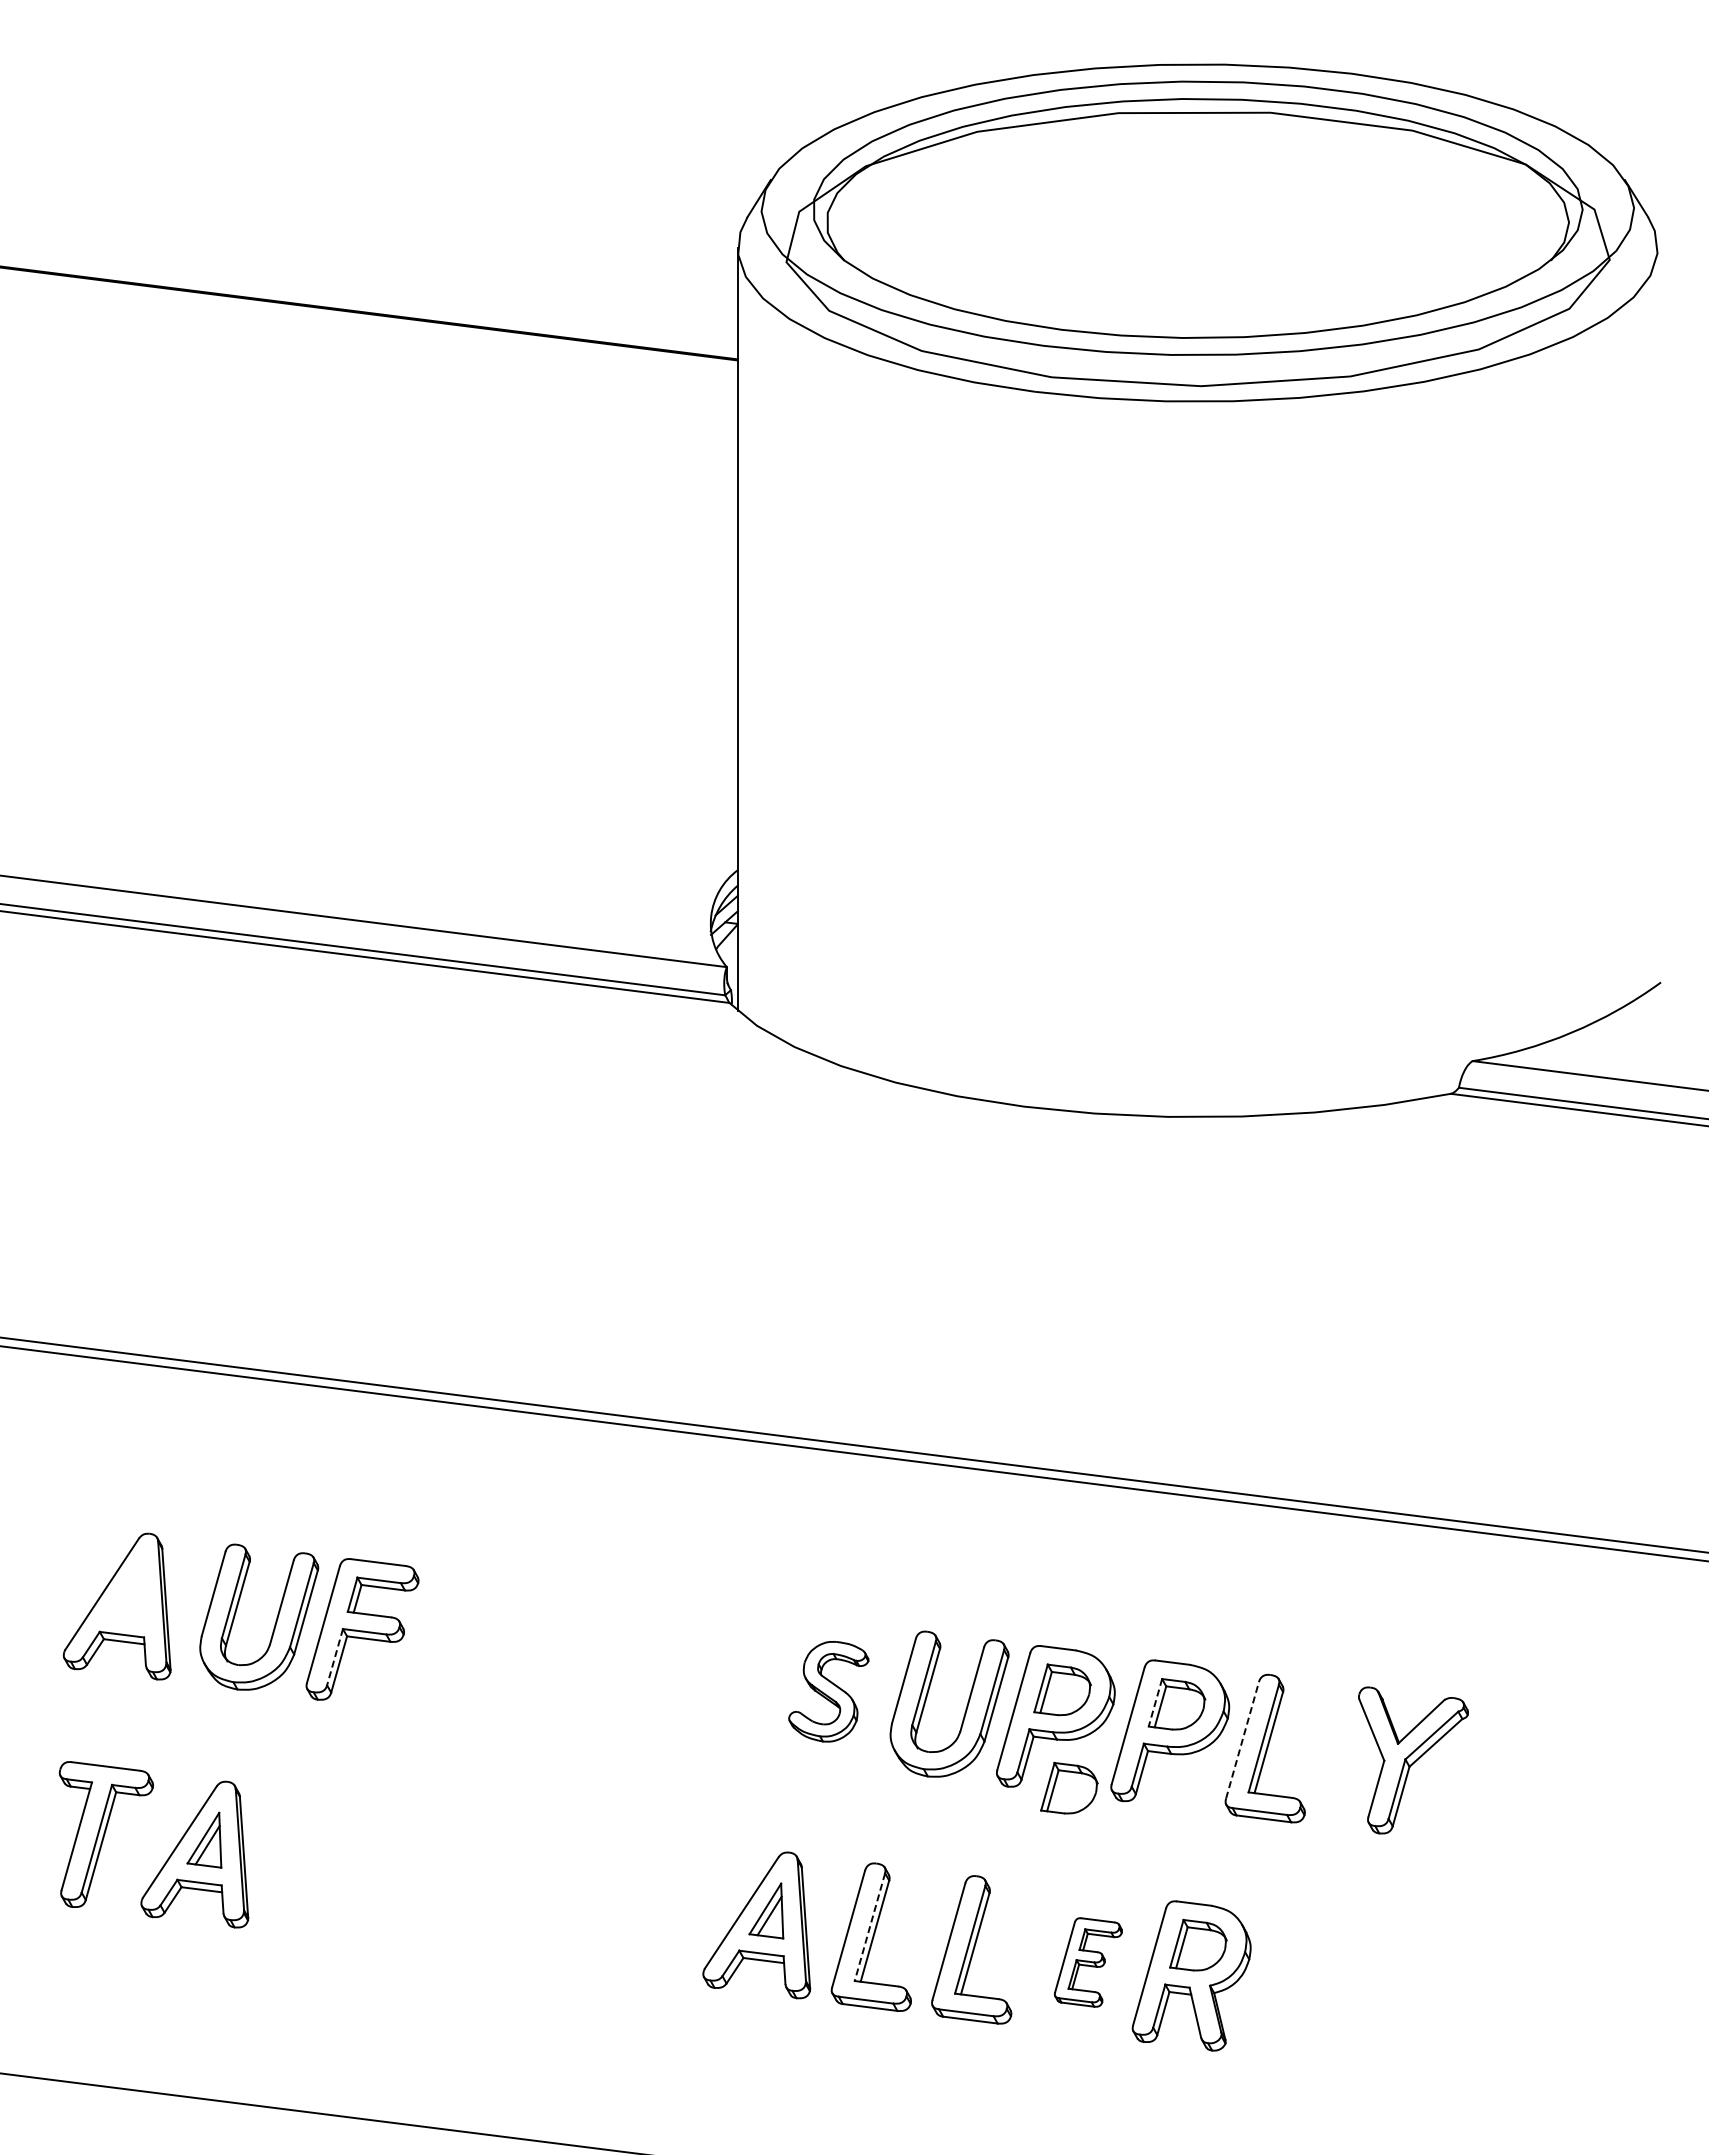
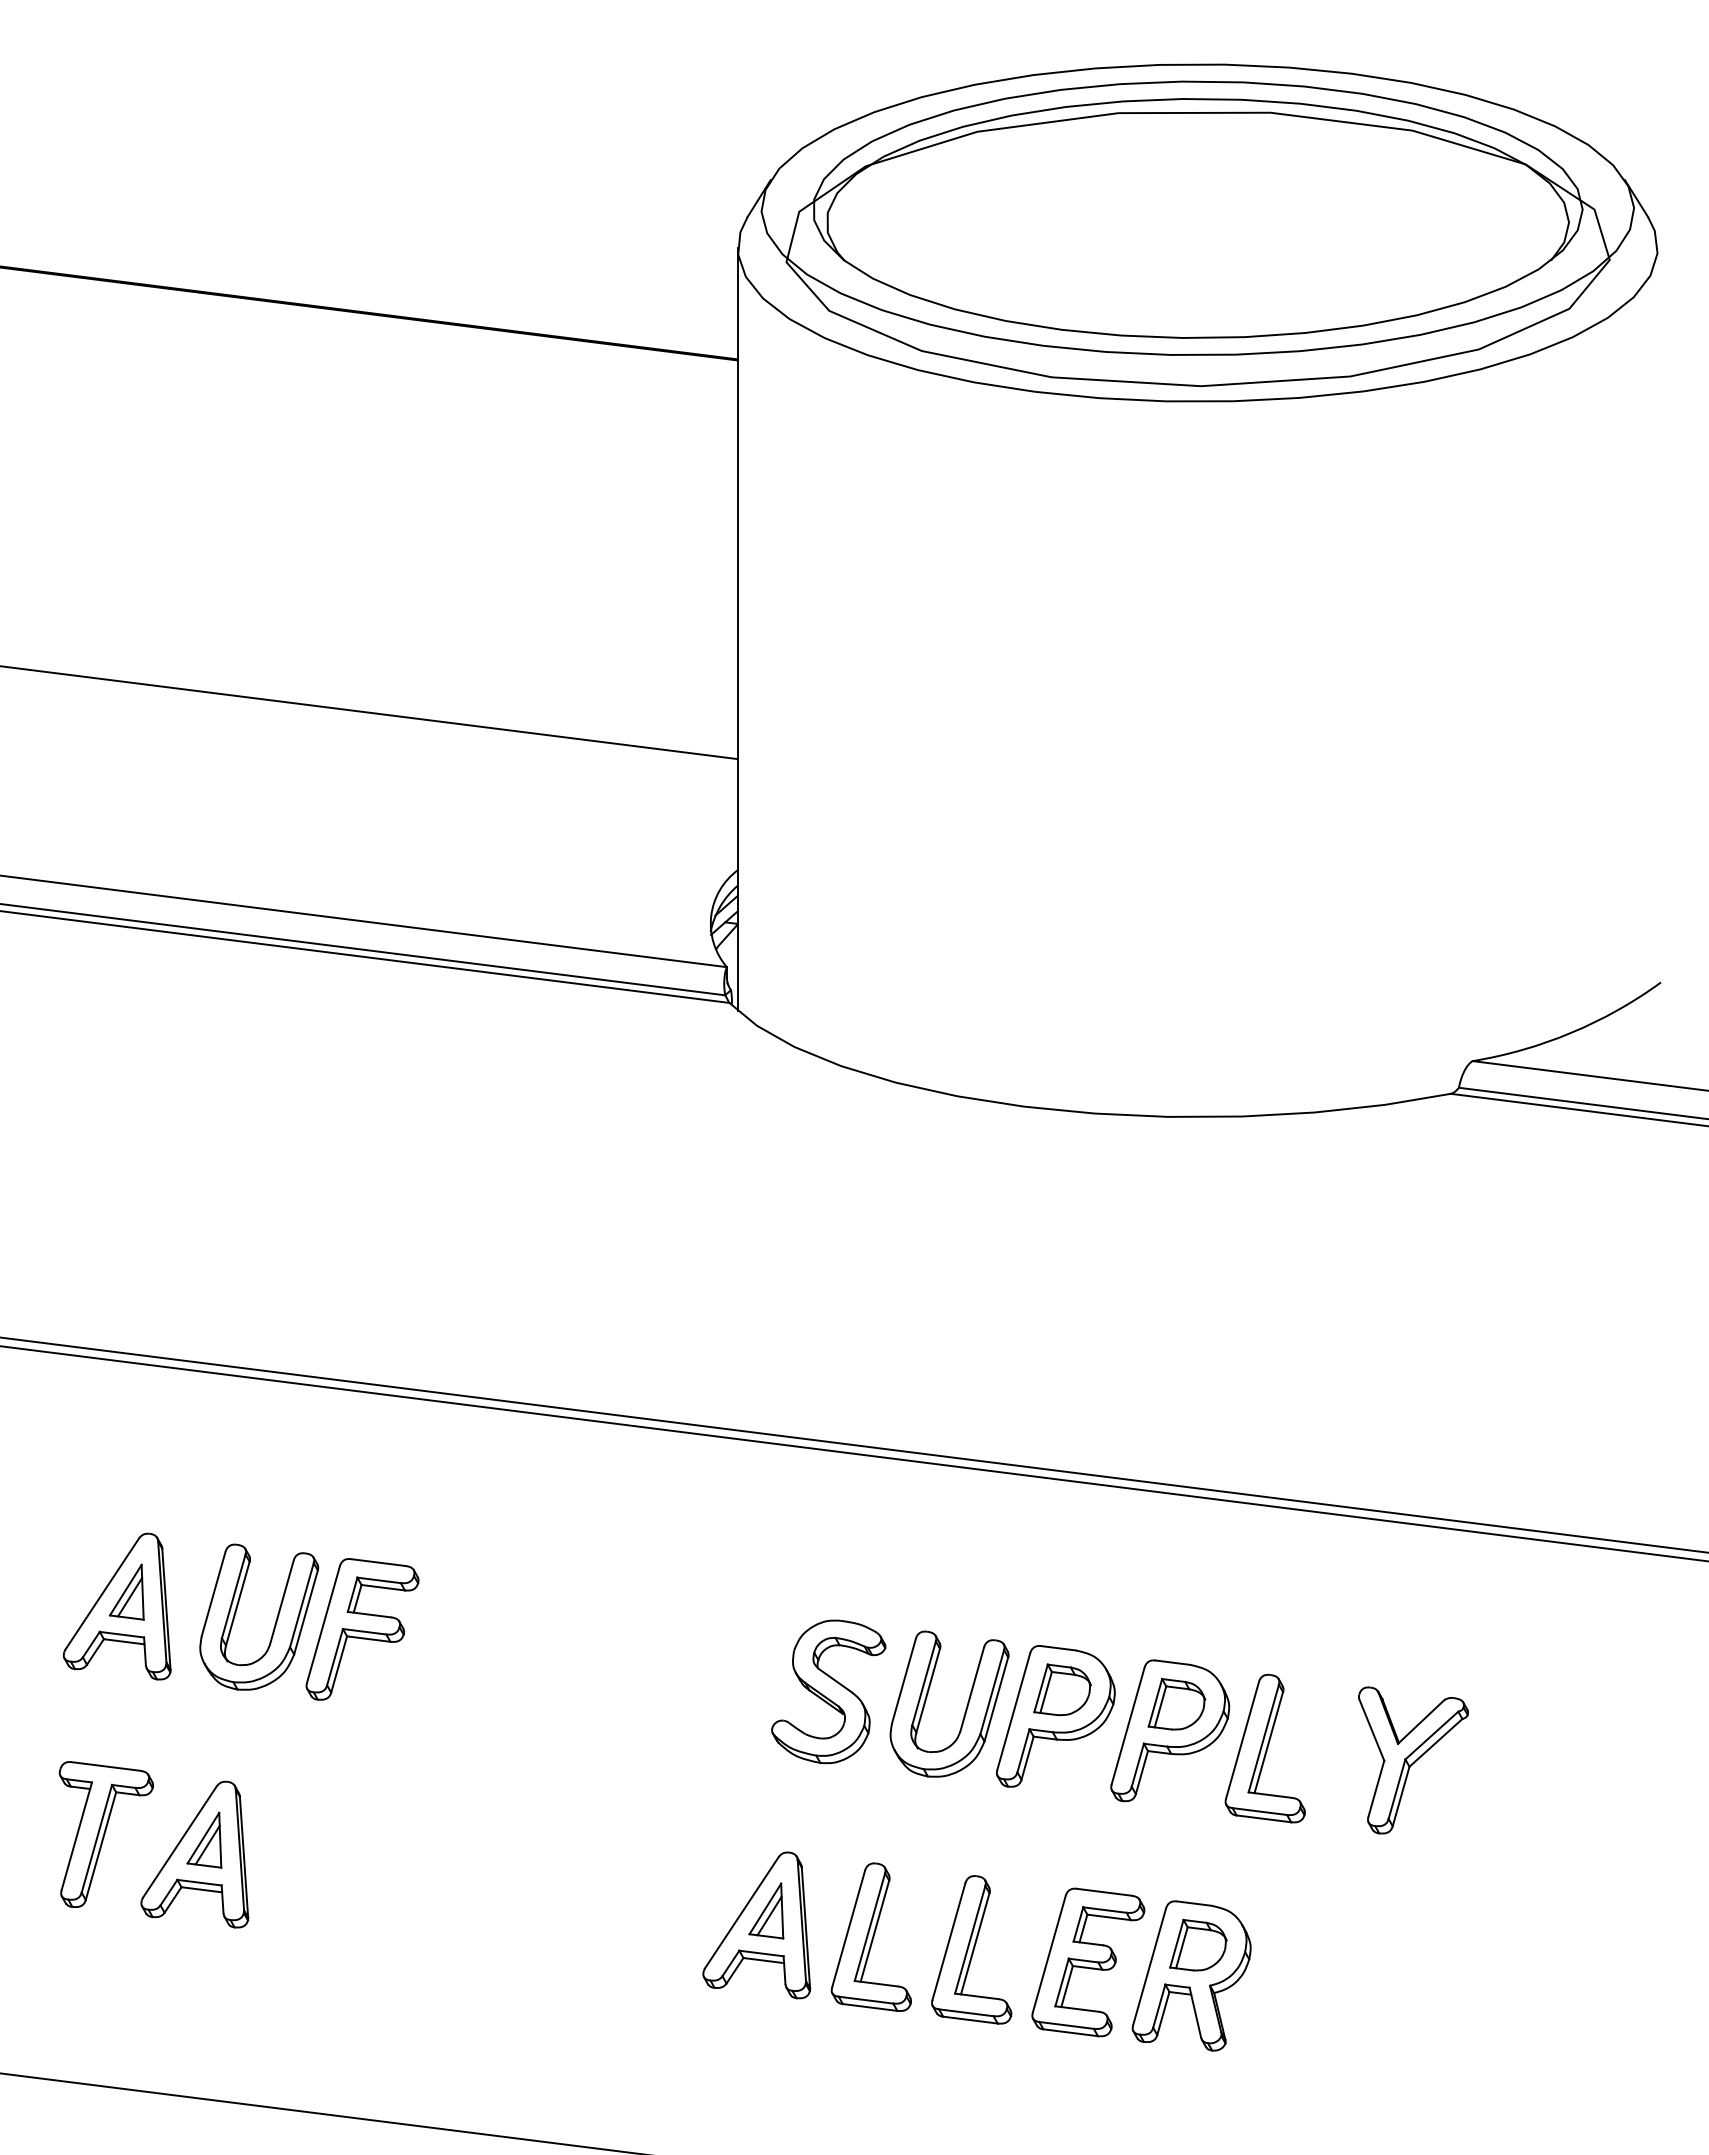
line at (369, 712): none -> present
part at (126, 1591): none -> present
line at (334, 1657): dashed -> solid
part at (828, 1691) size: 82x102 px -> 116x145 px
line at (1155, 1702): dashed -> solid
line at (1242, 1739): dashed -> solid
part at (1069, 1787): present -> none
line at (869, 1927): dashed -> solid
part at (1087, 1962) size: 70x91 px -> 115x151 px
